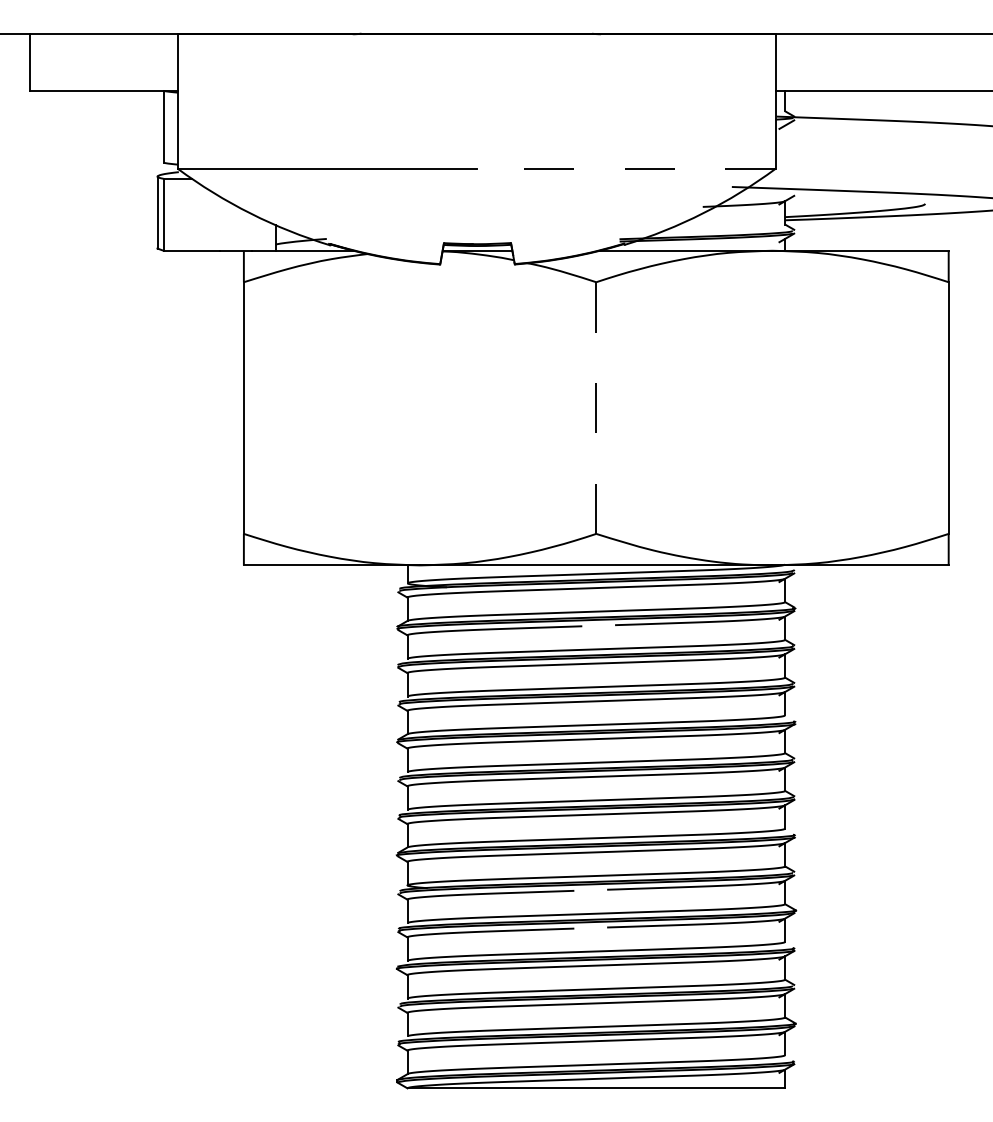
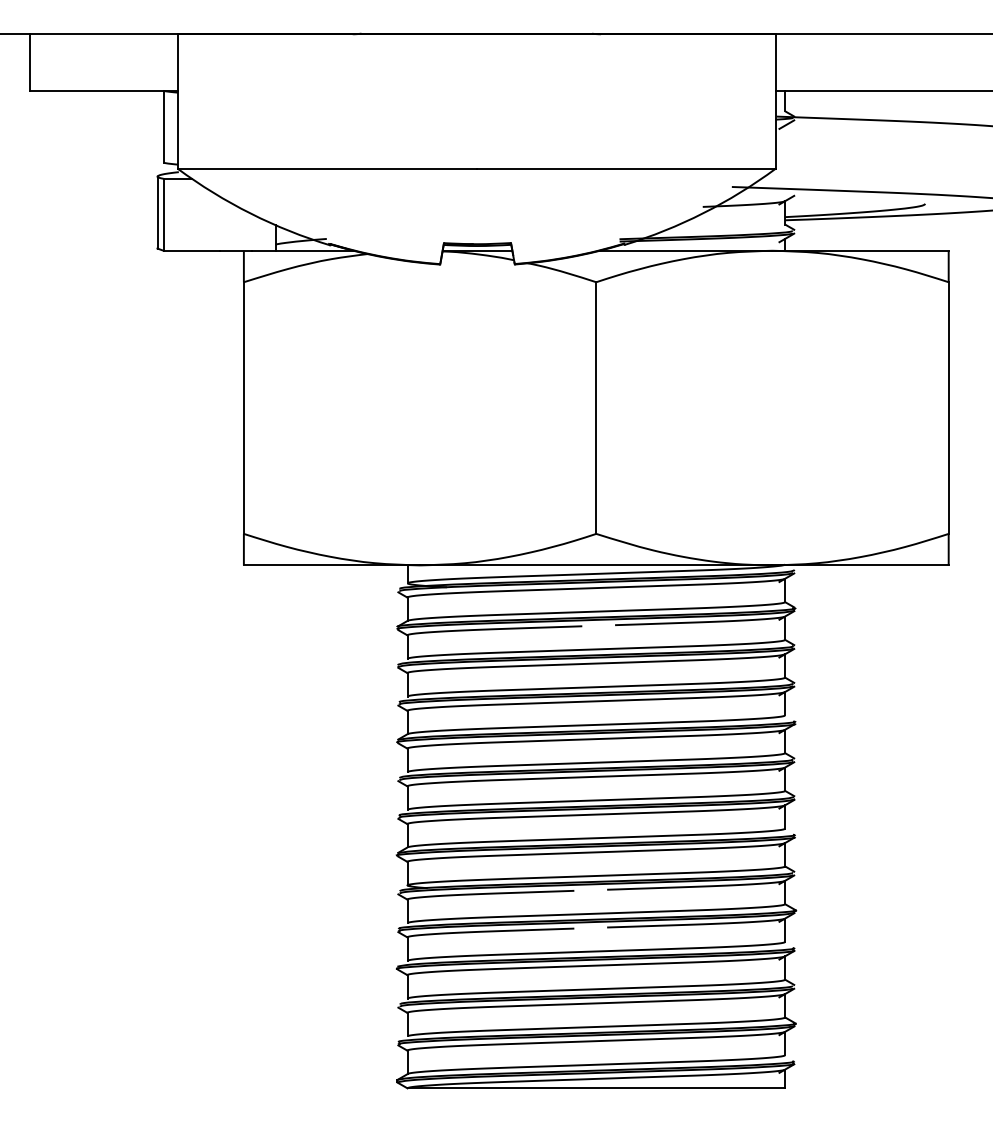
line at (625, 168): dashed -> solid
line at (596, 408): dashed -> solid
